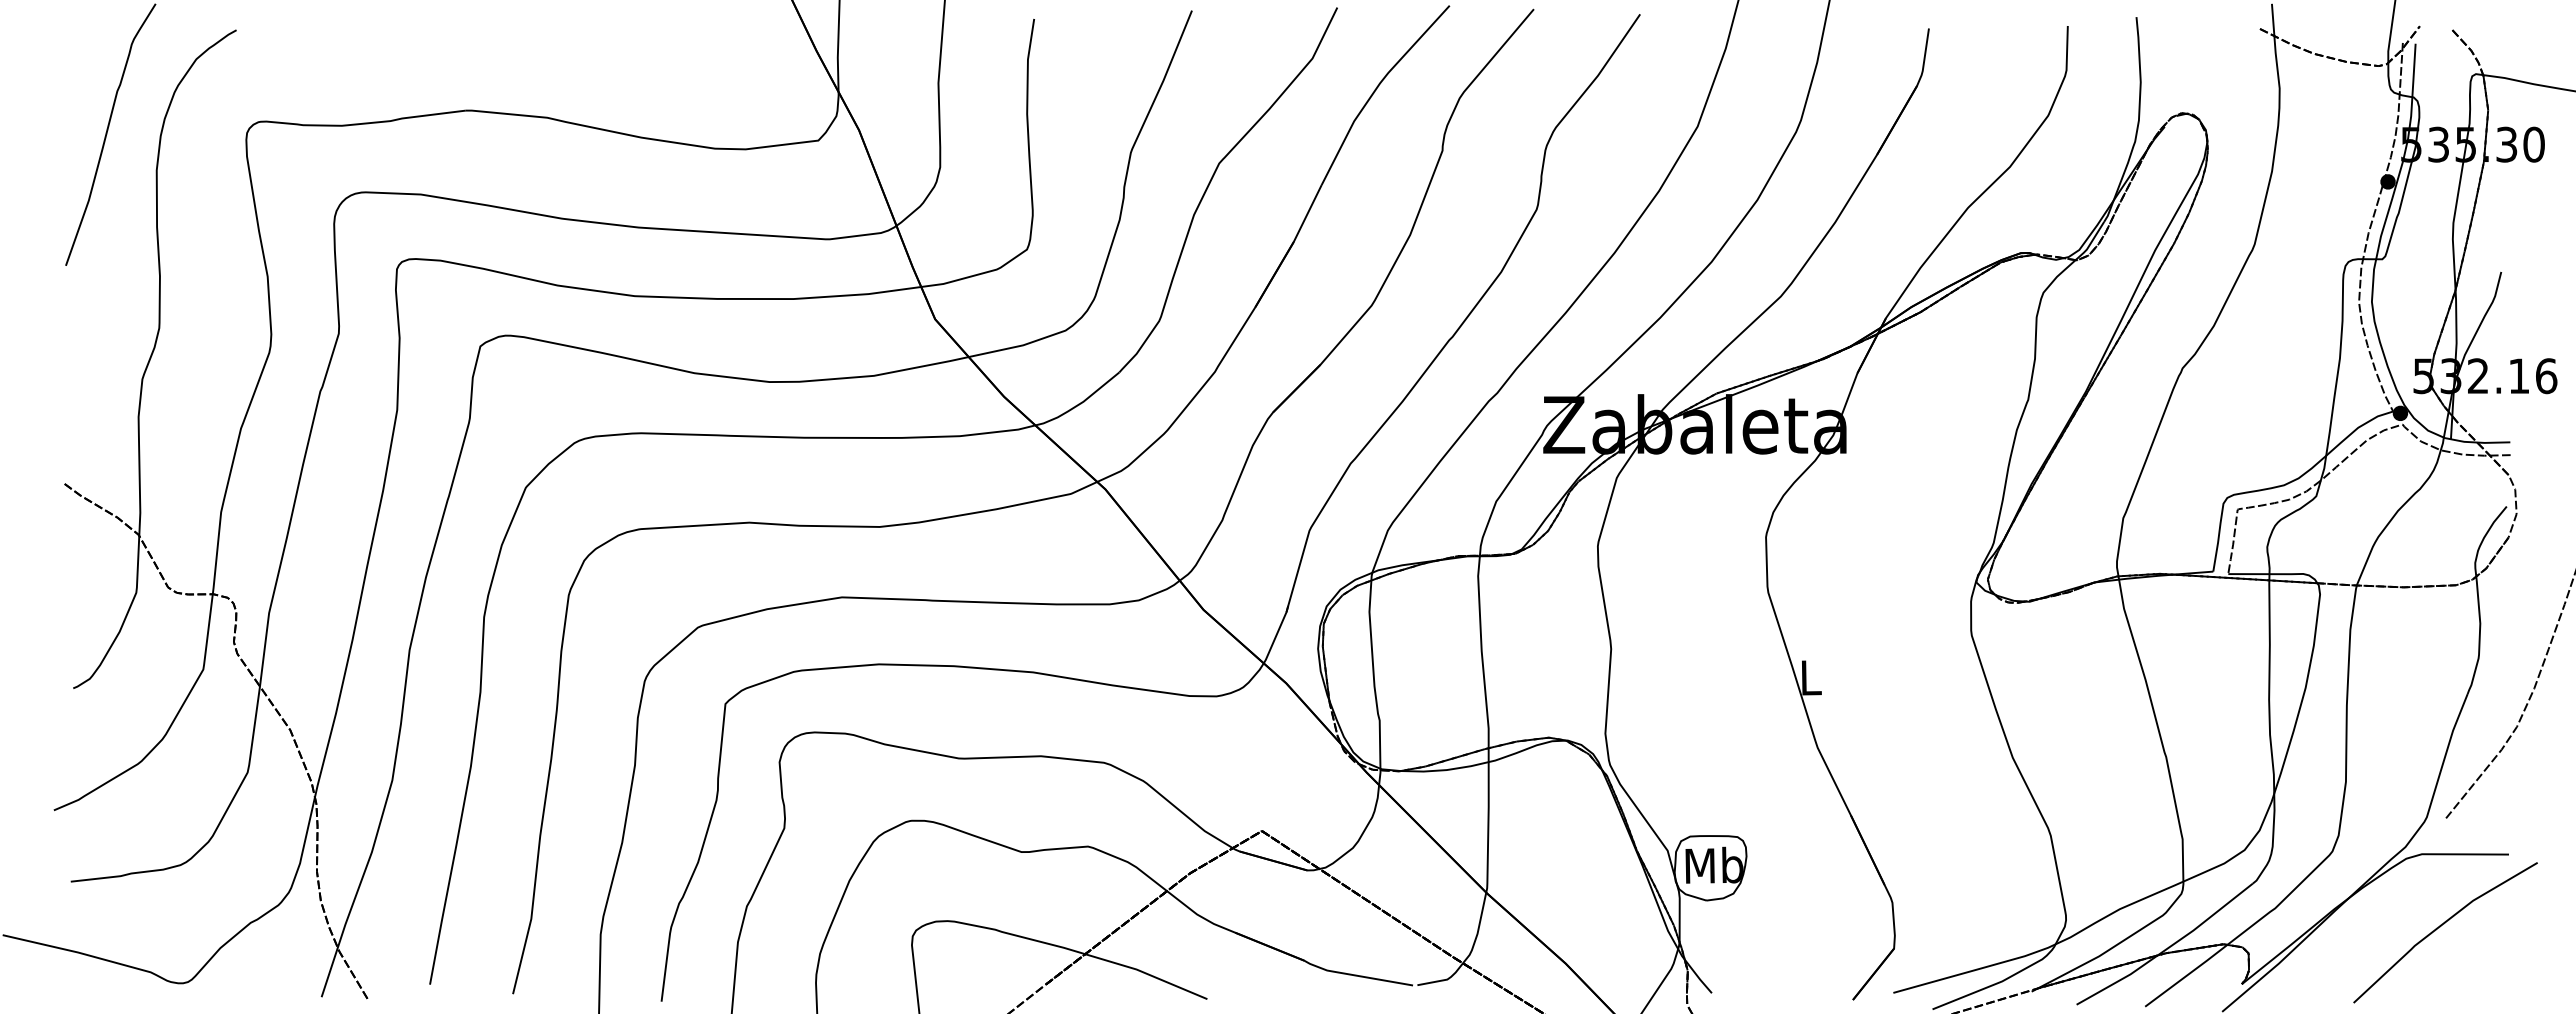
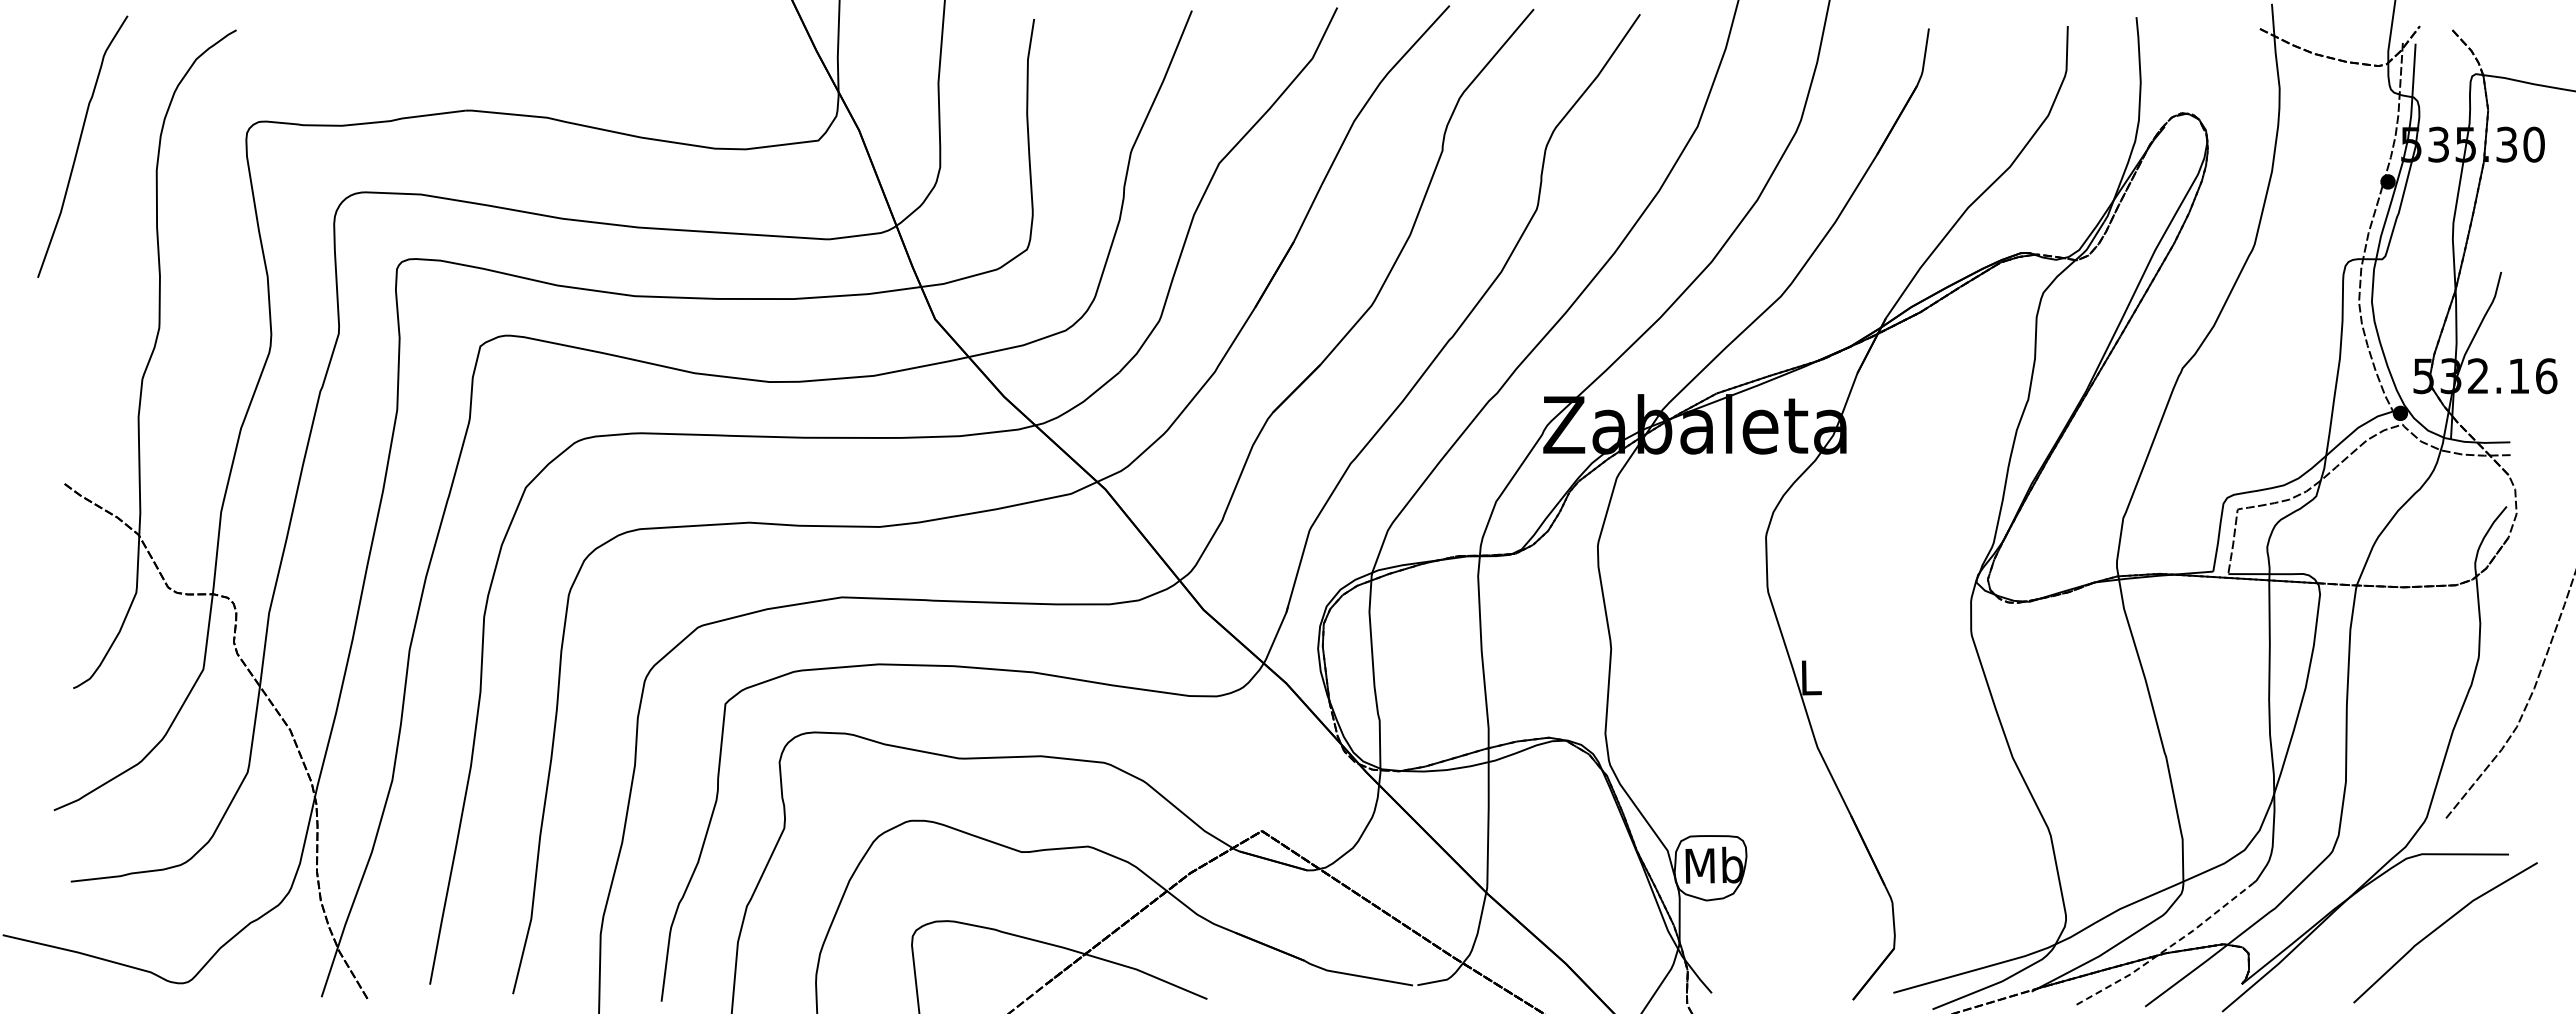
curve at (107, 134) position: (107, 134) -> (79, 146)
line at (2168, 948): solid -> dashed
